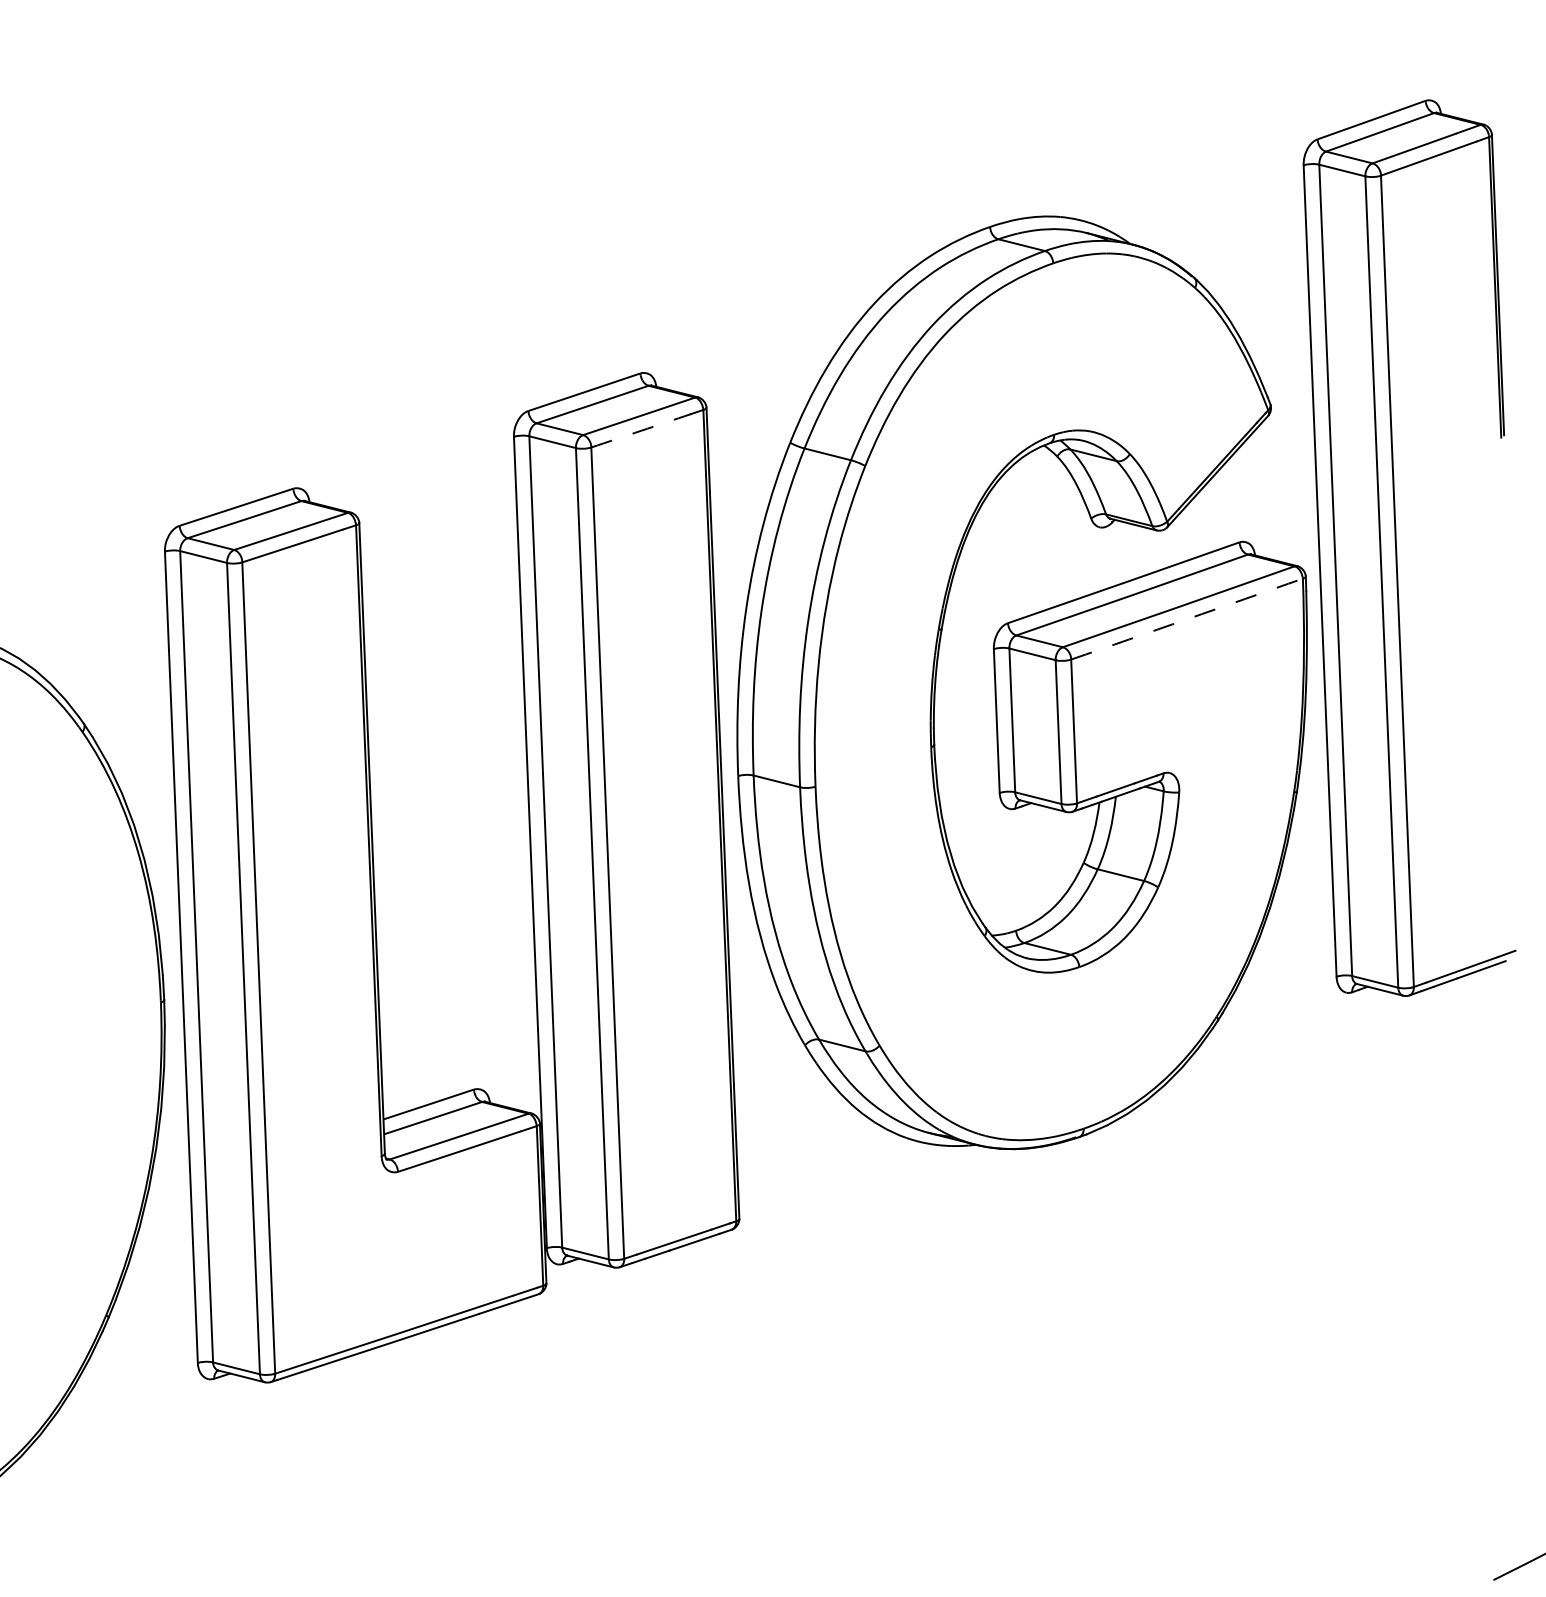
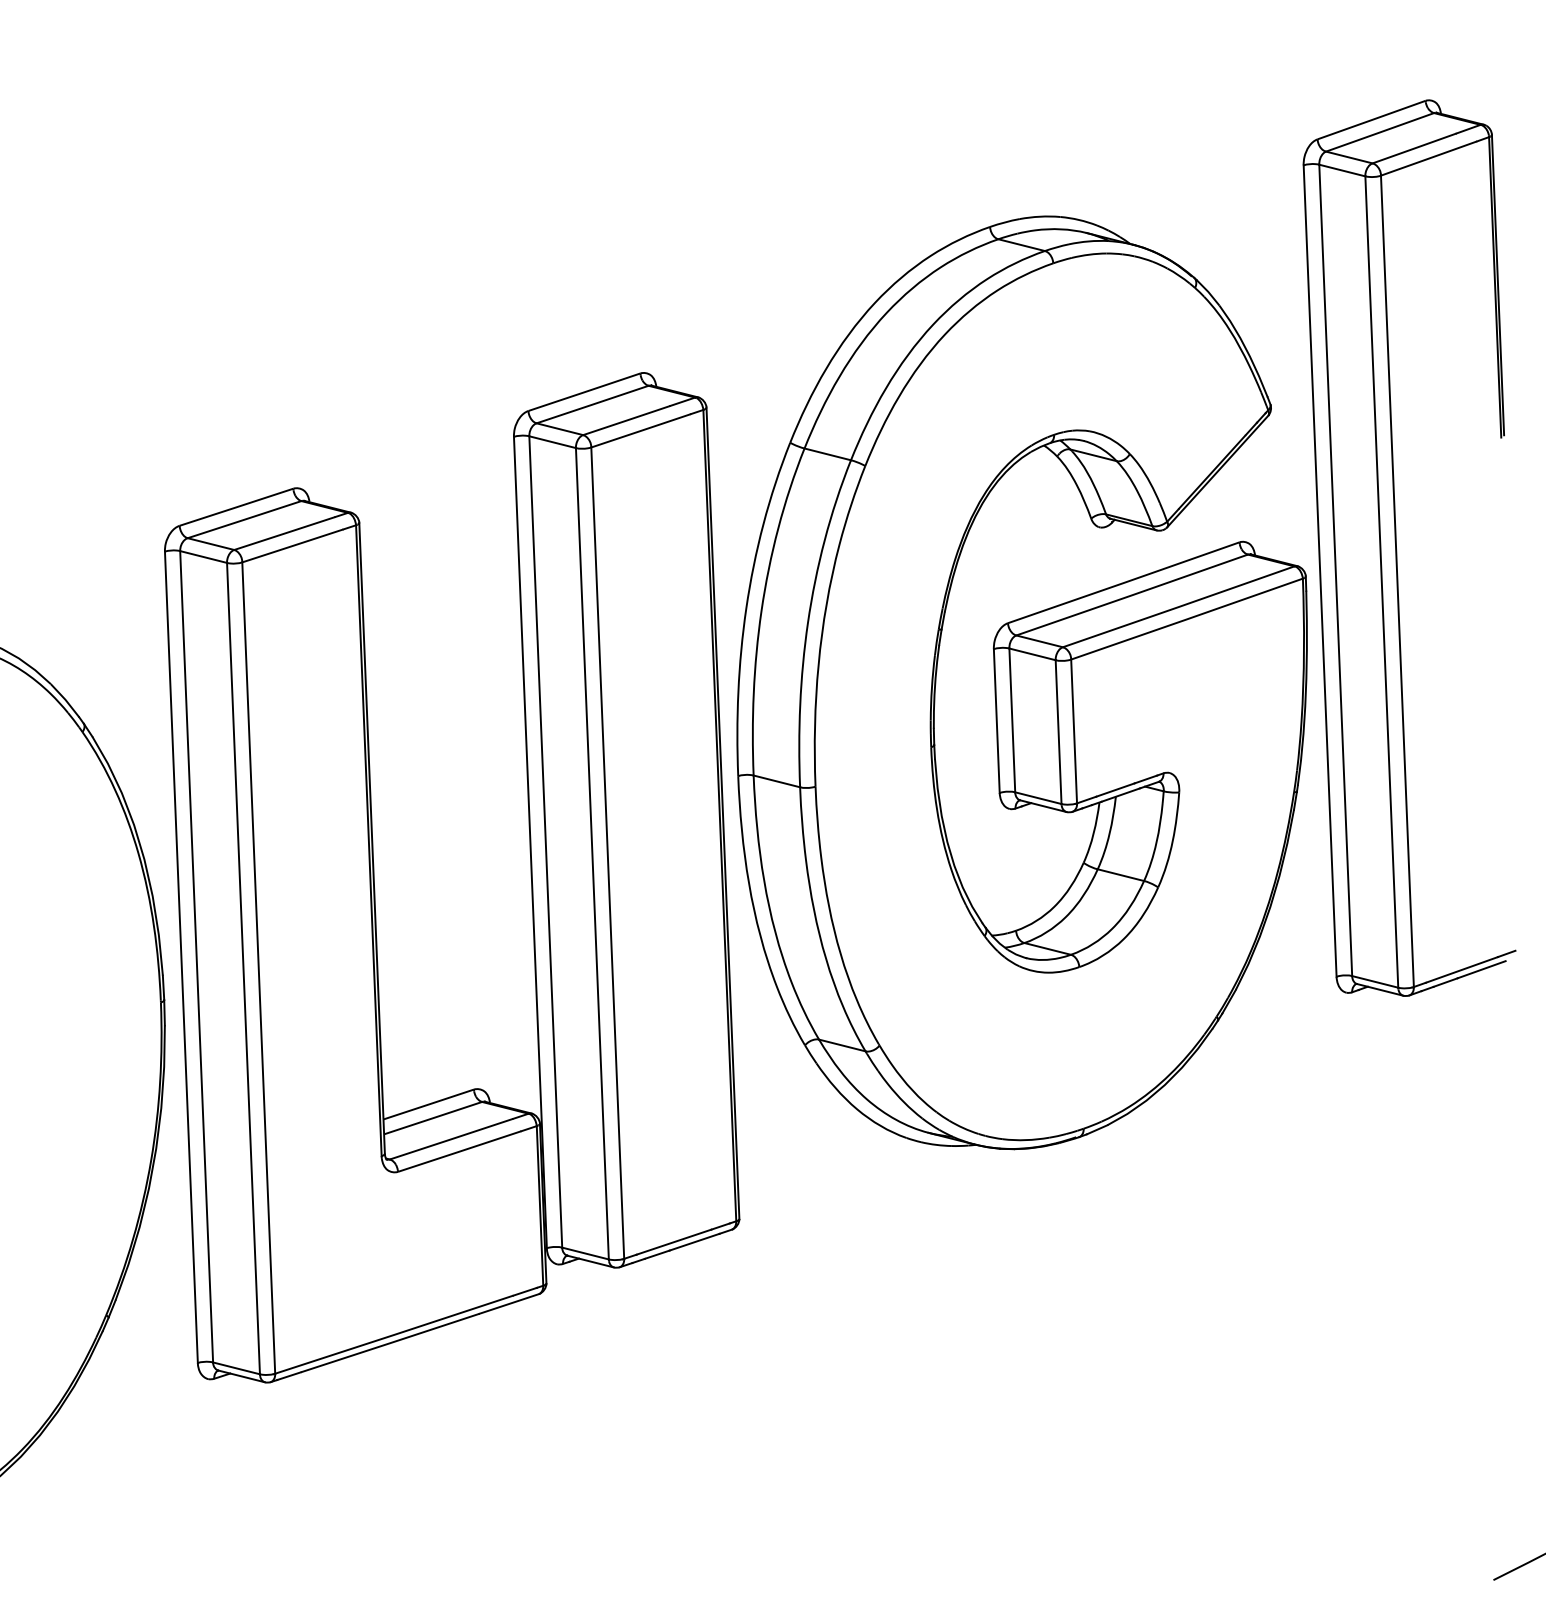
arc at (641, 430): dashed -> solid
arc at (1187, 619): dashed -> solid
